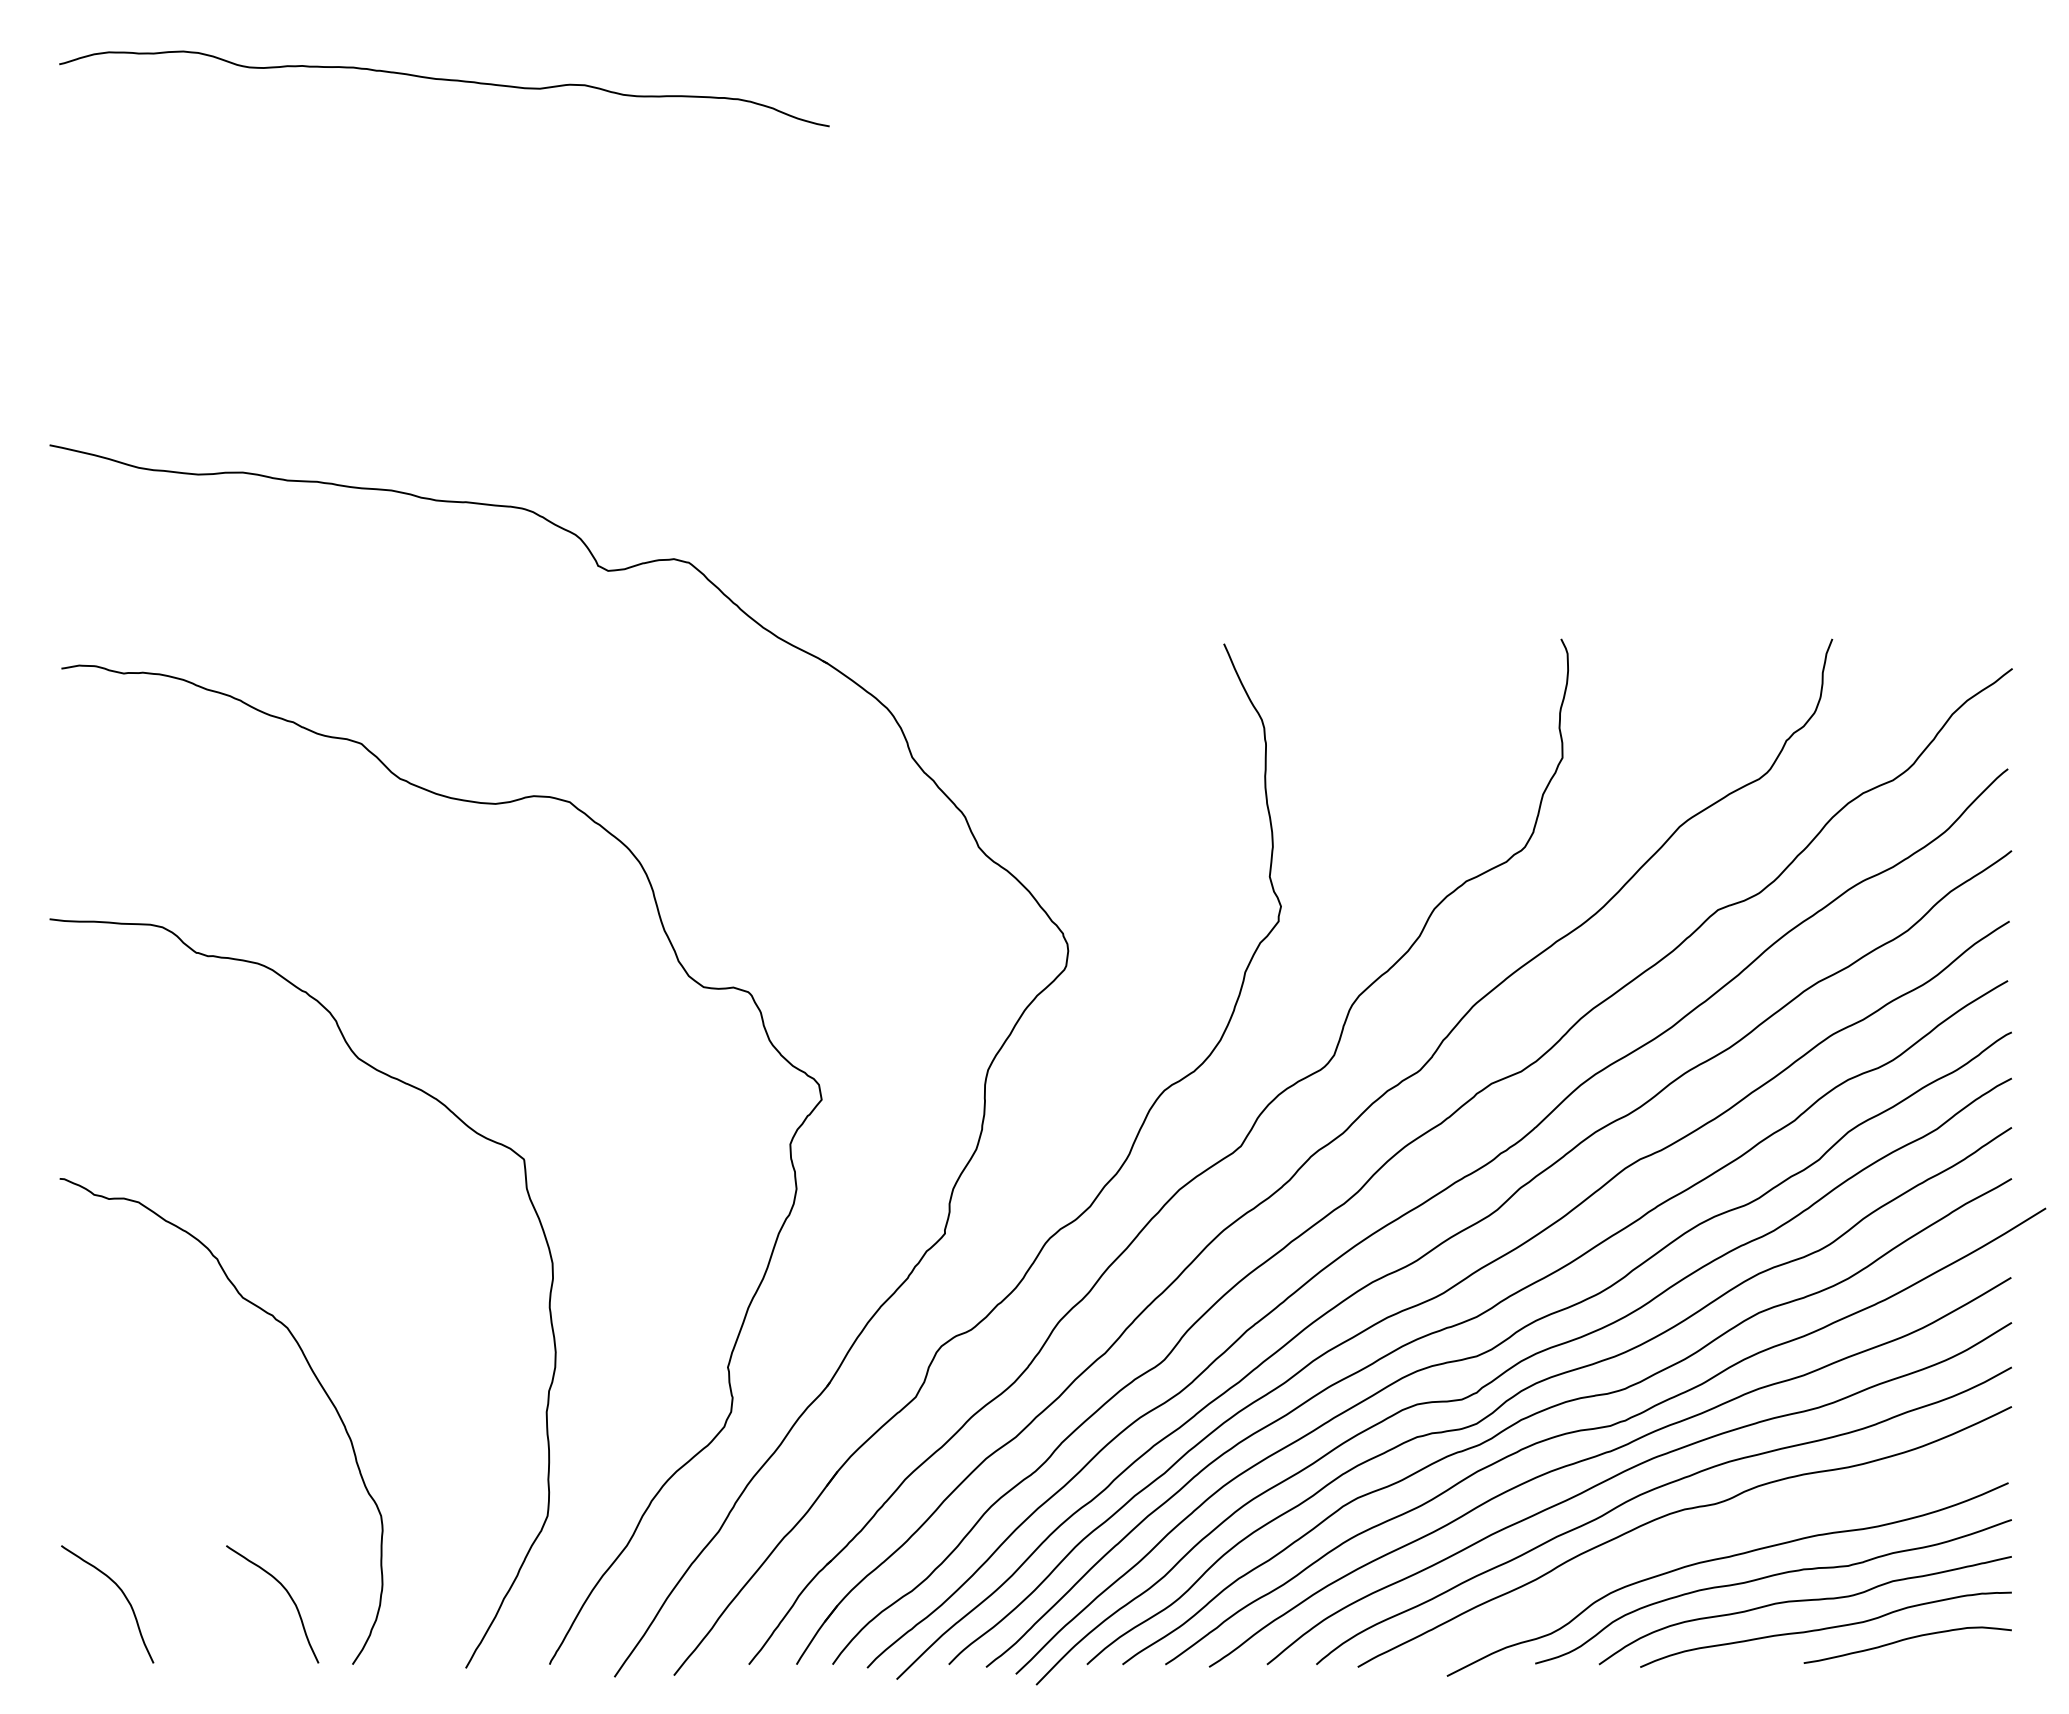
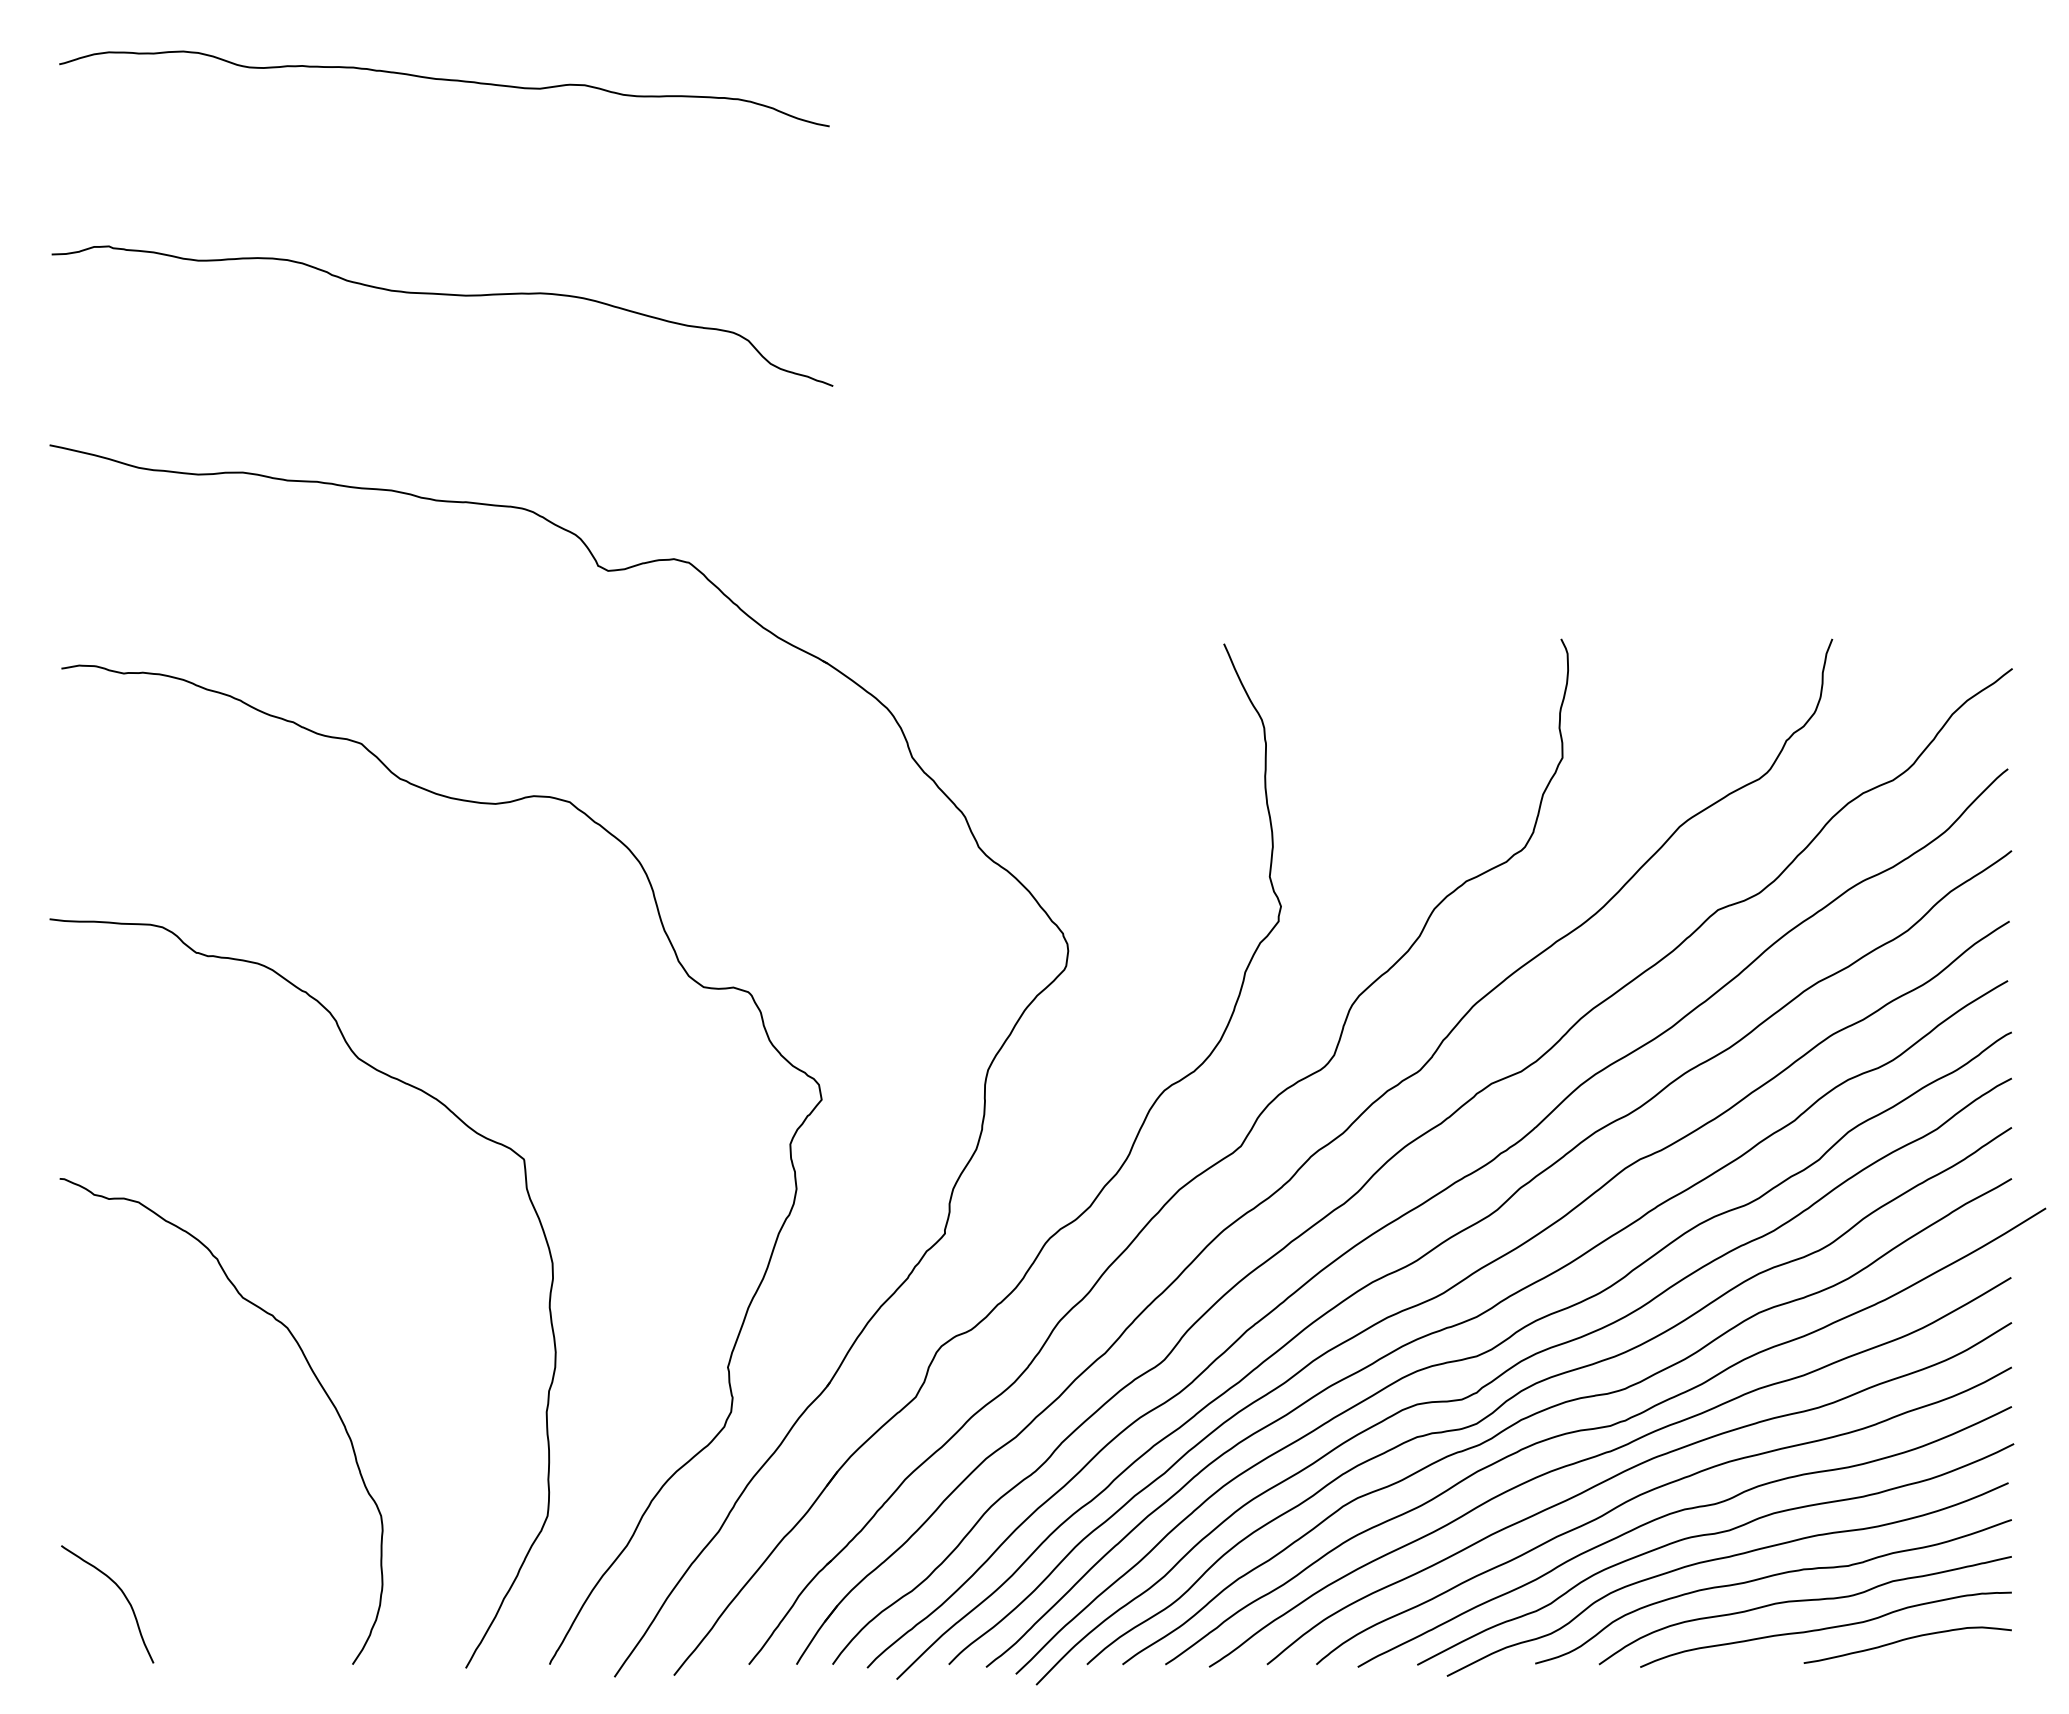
curve at (442, 295): none -> present
curve at (1710, 1535): none -> present
curve at (288, 1595): present -> none
